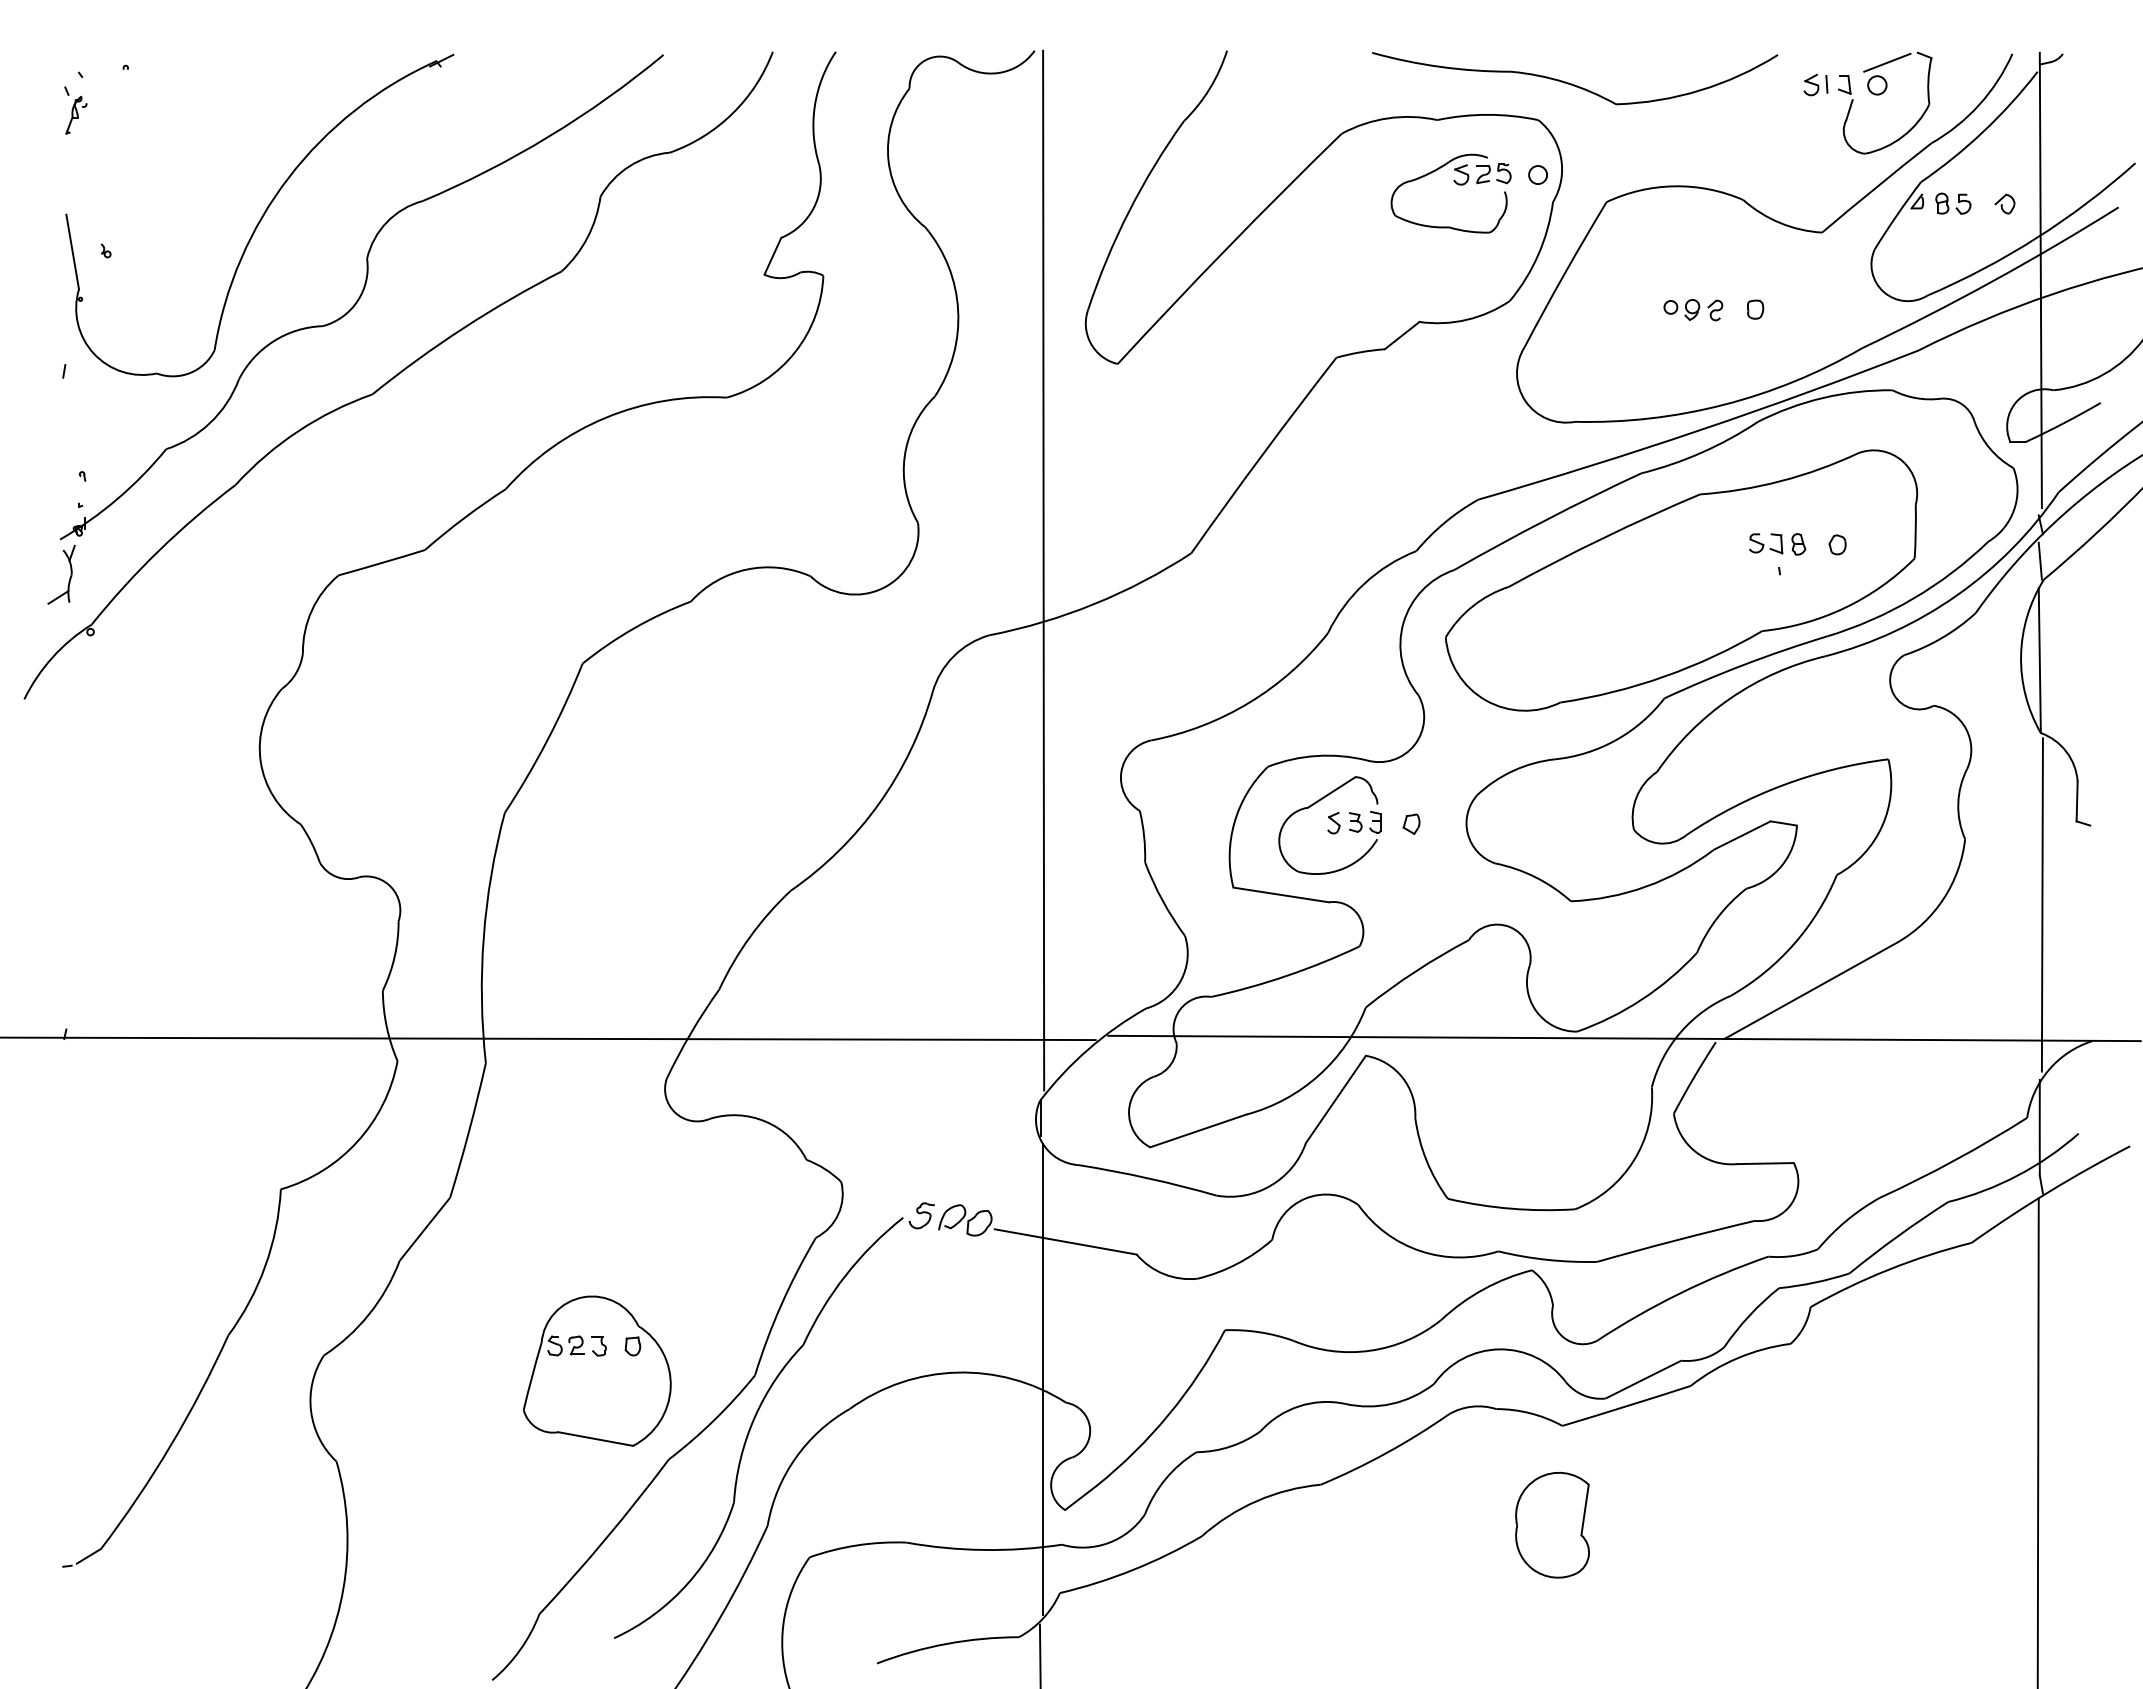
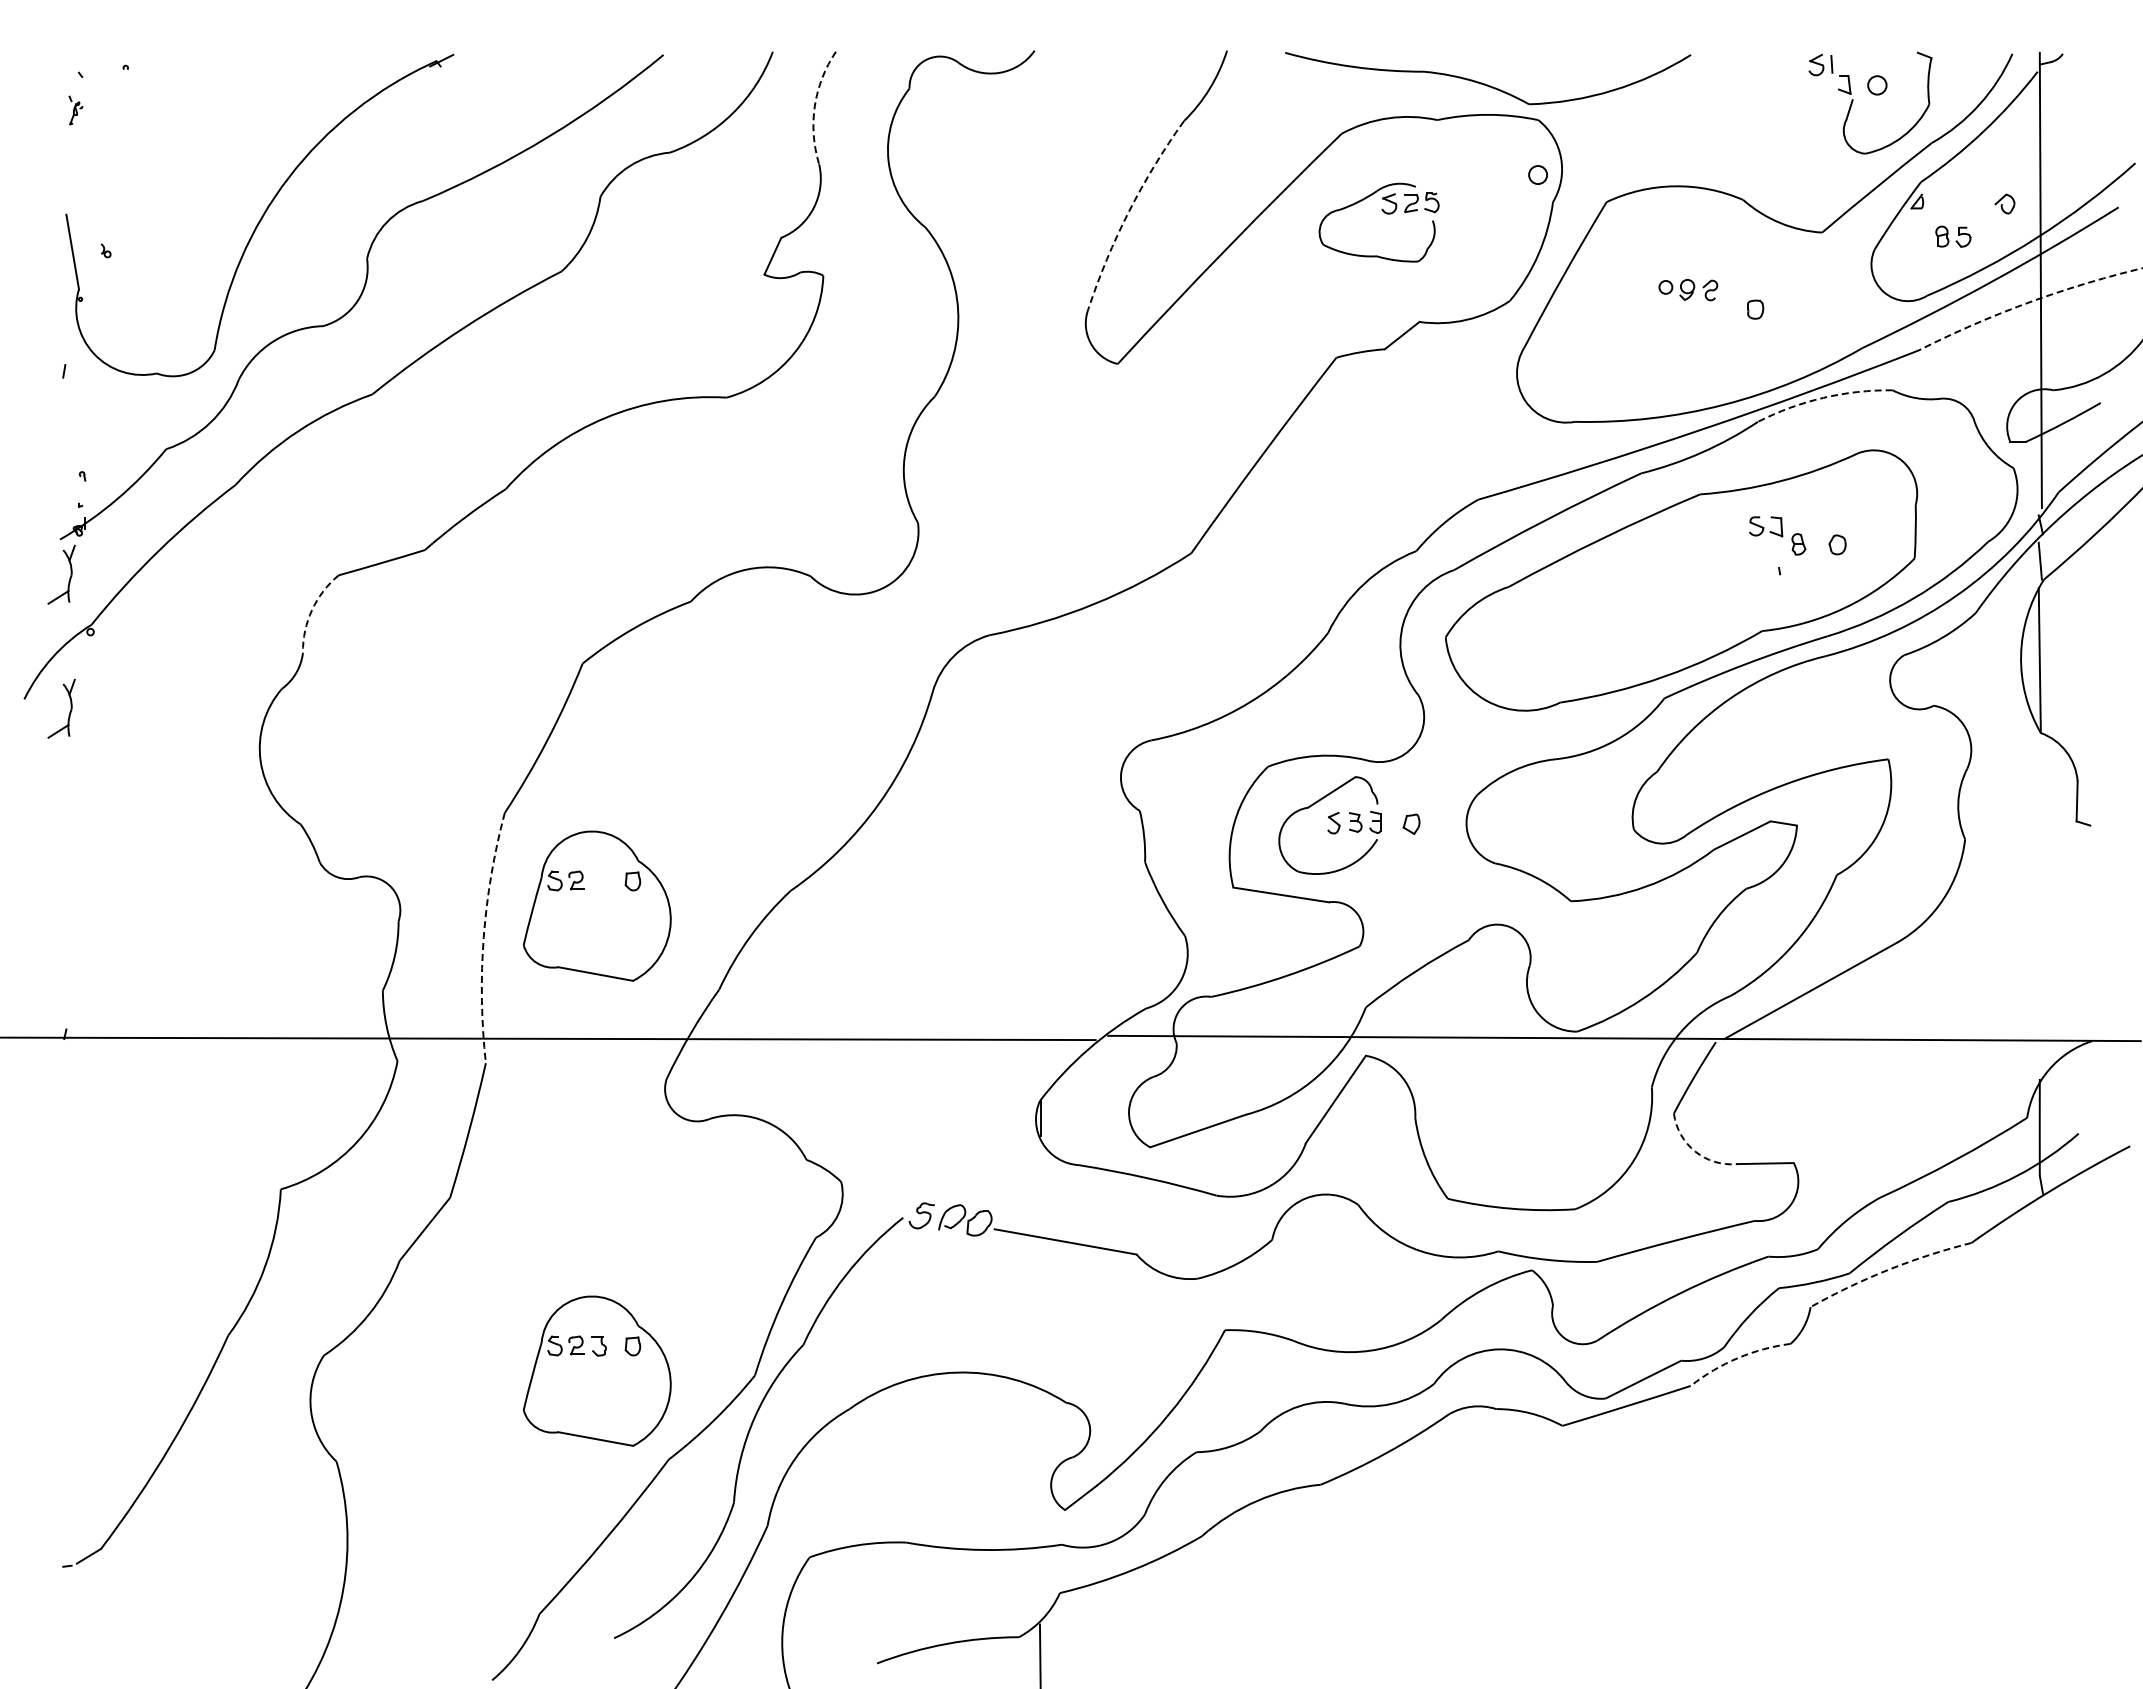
line at (1887, 62): present -> none
part at (1575, 78) position: (1575, 78) -> (1488, 78)
part at (1815, 84) position: (1815, 84) -> (1820, 64)
arc at (814, 106): solid -> dashed
part at (75, 110) size: 24x49 px -> 16x31 px
part at (1456, 184) position: (1456, 184) -> (1384, 213)
part at (1953, 203) position: (1953, 203) -> (1953, 236)
arc at (1129, 211): solid -> dashed
arc at (2027, 303): solid -> dashed
part at (1693, 310) position: (1693, 310) -> (1688, 290)
arc at (1823, 397): solid -> dashed
part at (1766, 543) position: (1766, 543) -> (1766, 526)
line at (1043, 570): present -> none
arc at (312, 610): solid -> dashed
part at (69, 711): none -> present
line at (2041, 904): present -> none
part at (597, 905): none -> present
arc at (483, 937): solid -> dashed
arc at (1695, 1151): solid -> dashed
arc at (1888, 1269): solid -> dashed
arc at (1737, 1358): solid -> dashed
line at (1043, 1379): present -> none
line at (2037, 1441): present -> none
part at (1552, 1524): present -> none
